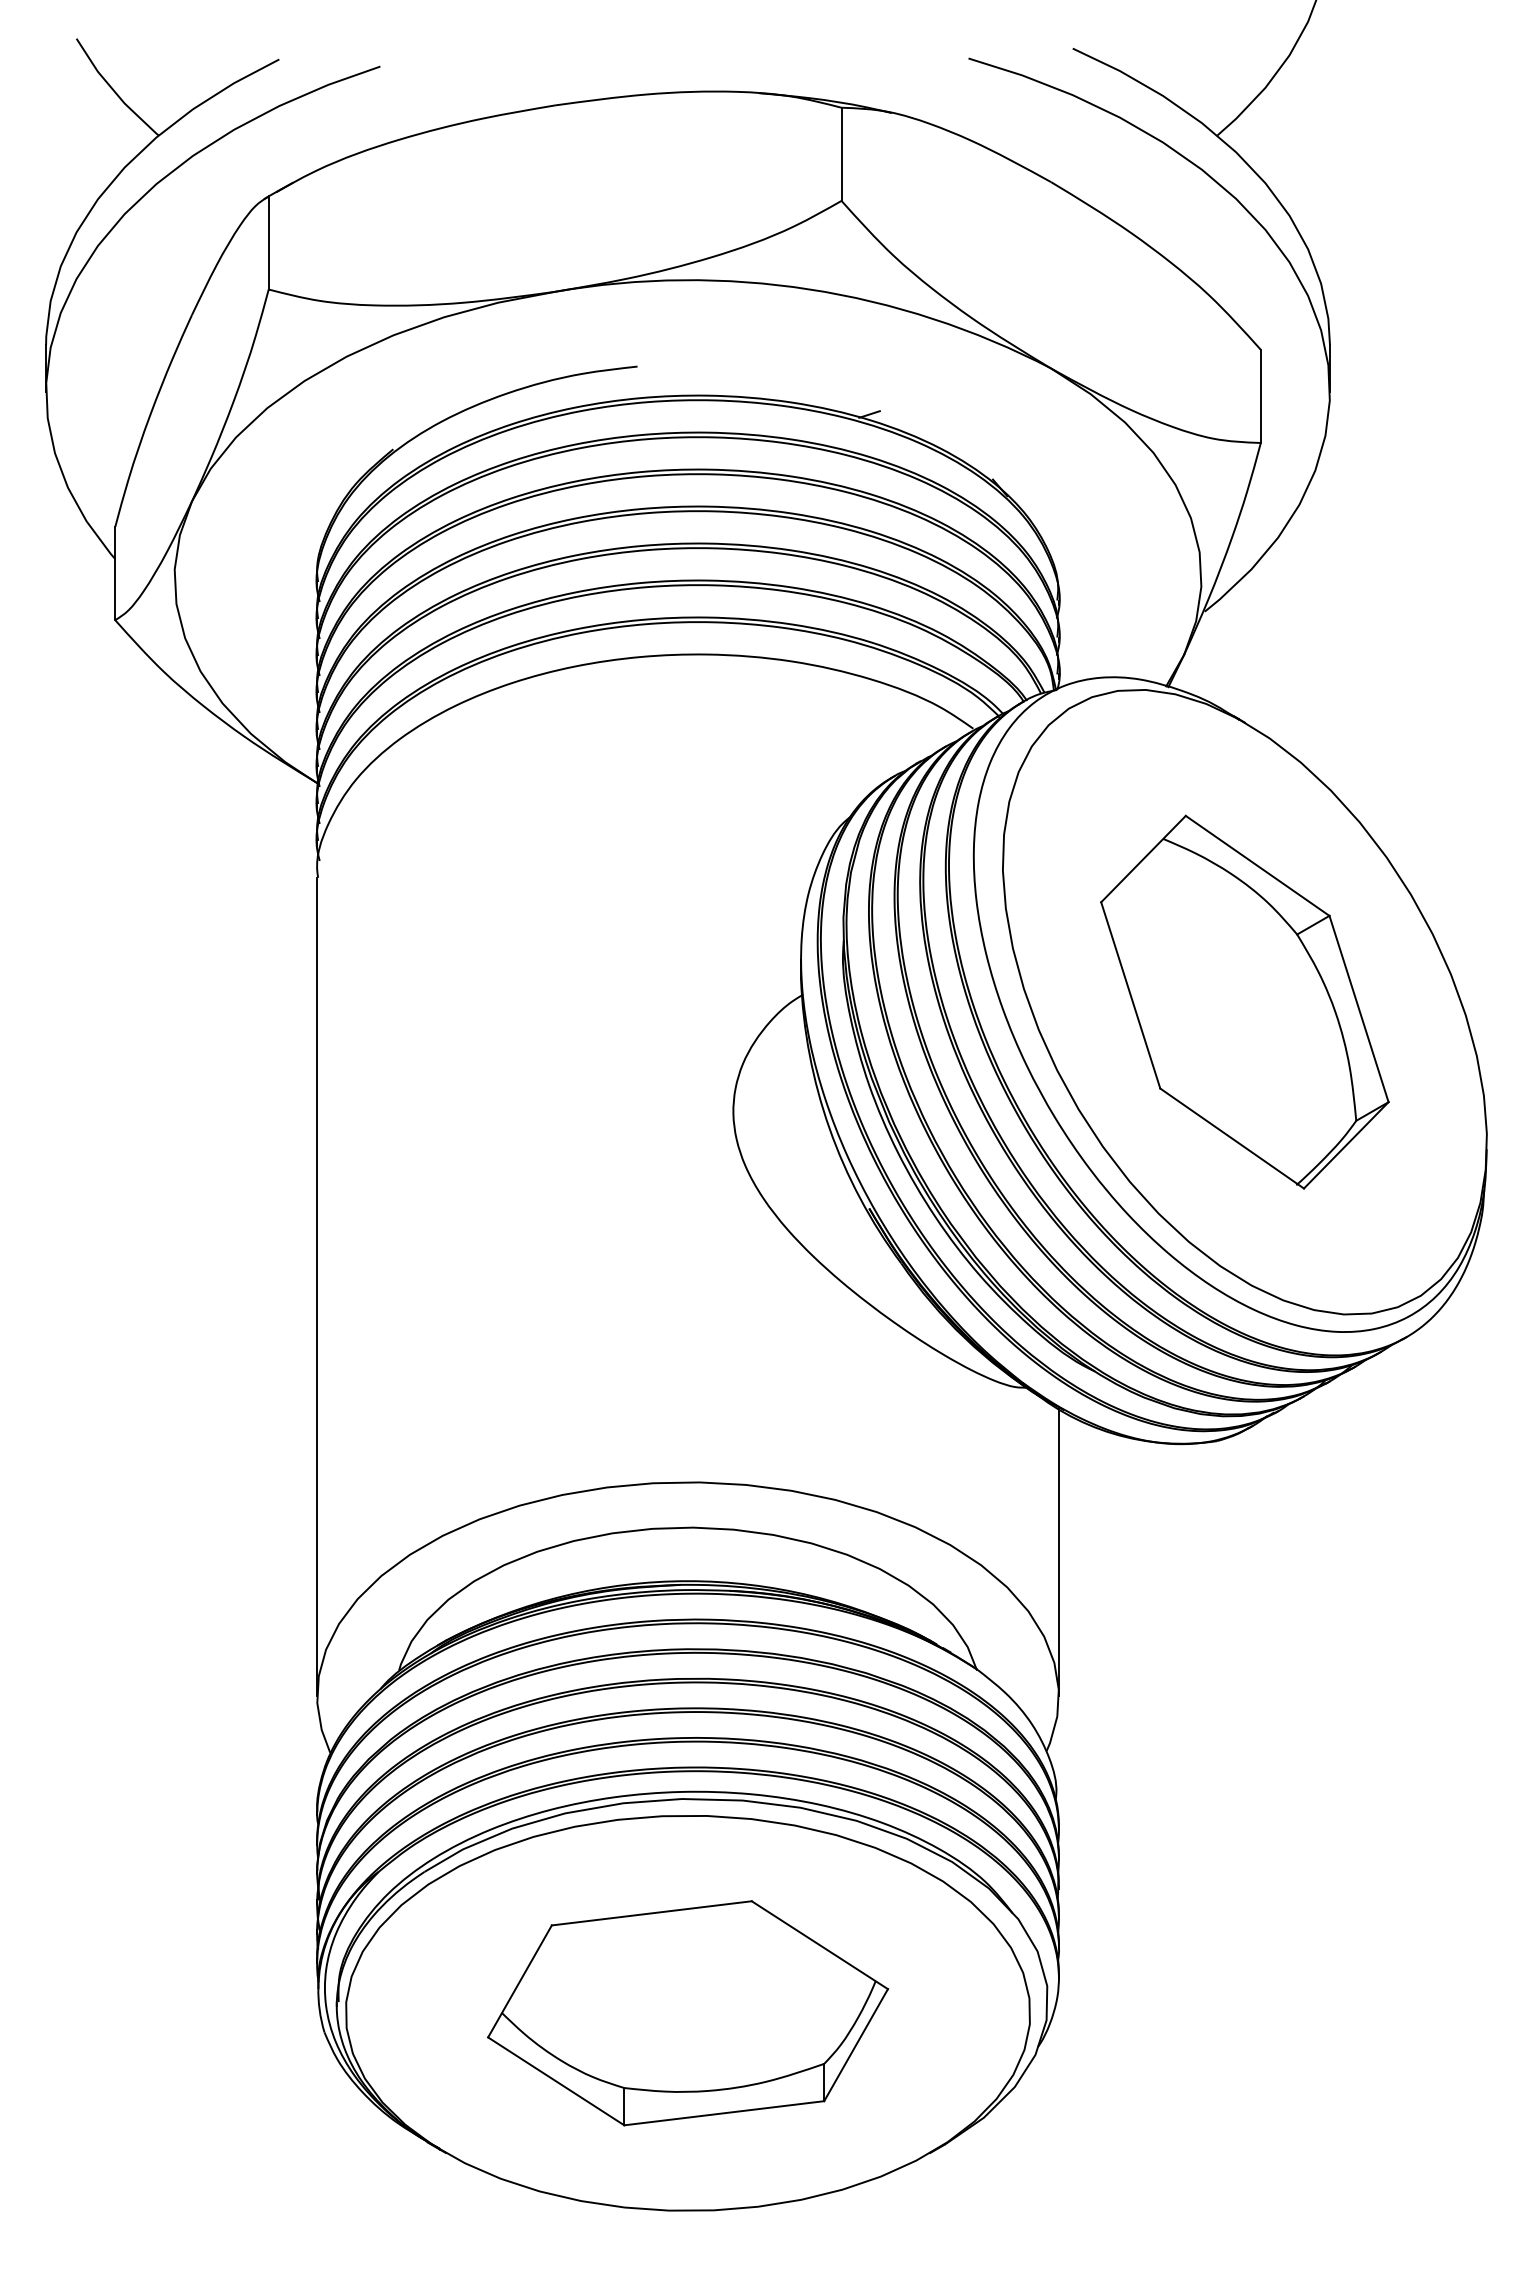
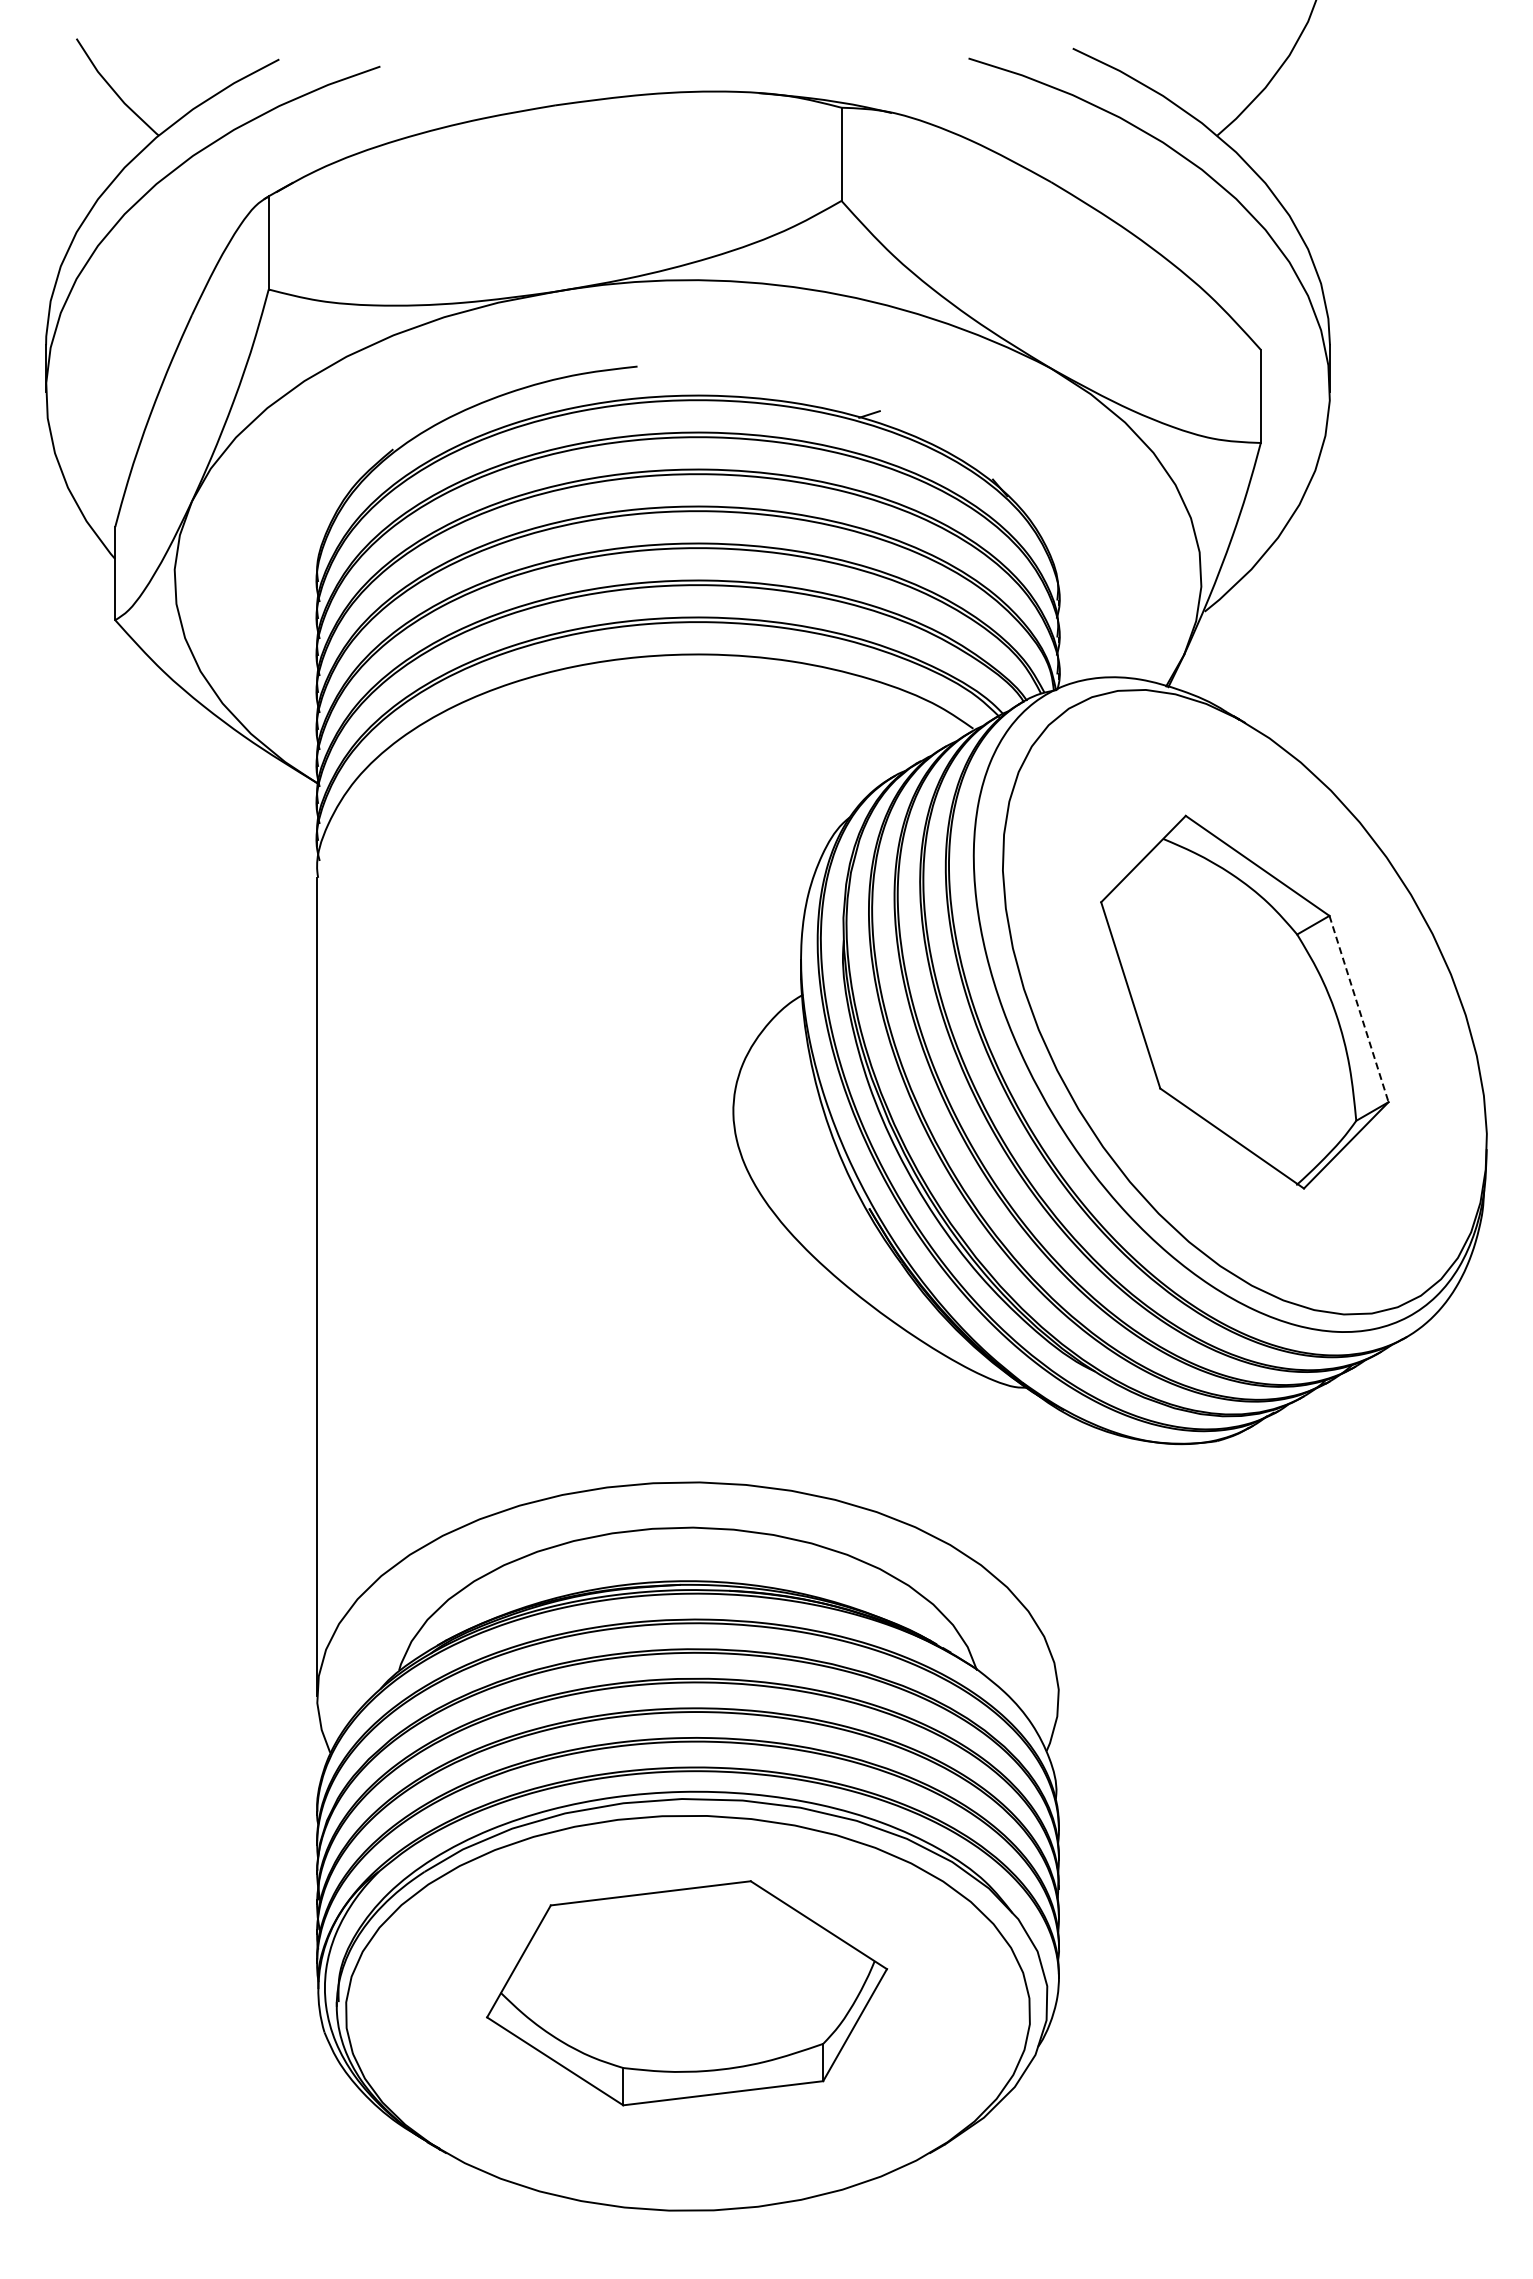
line at (1359, 1009): solid -> dashed
line at (1058, 1551): present -> none
part at (688, 2013) position: (688, 2013) -> (687, 1993)
